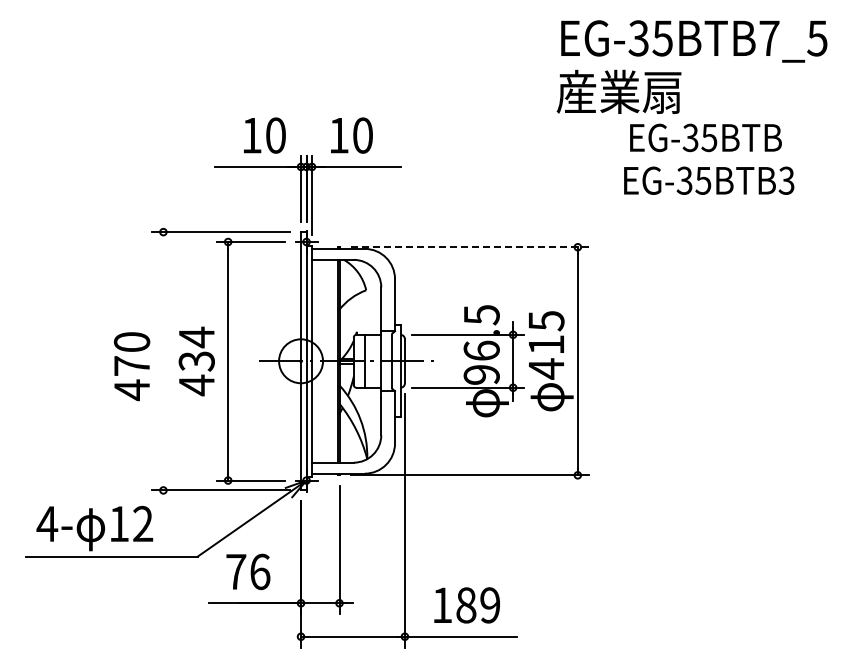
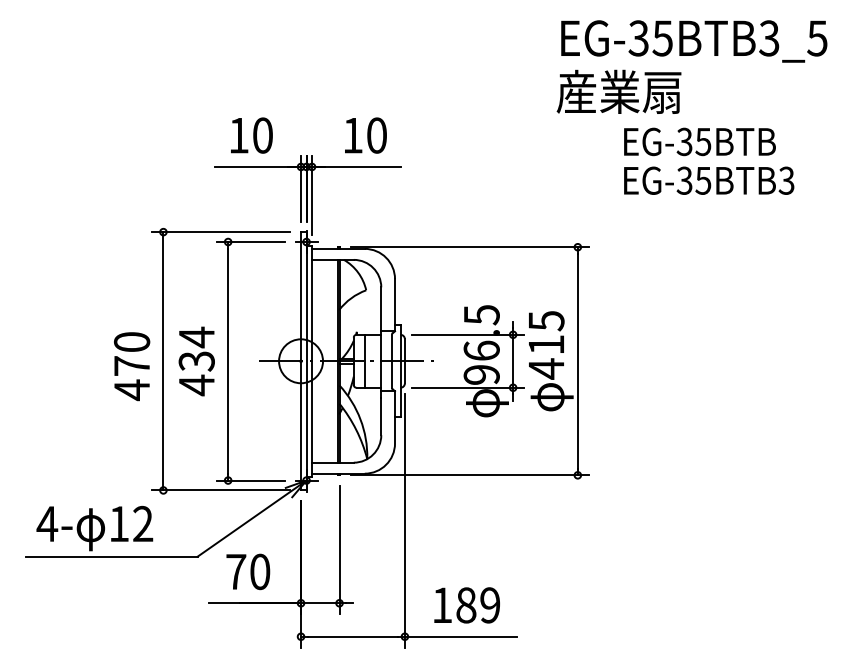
text at (769, 38): EG-35BTB7_5 -> EG-35BTB3_5
text at (264, 135) position: (264, 135) -> (251, 135)
text at (351, 135) position: (351, 135) -> (365, 135)
text at (705, 137) position: (705, 137) -> (699, 141)
line at (470, 247): dashed -> solid
line at (163, 361): none -> present
text at (260, 571): 76 -> 70
